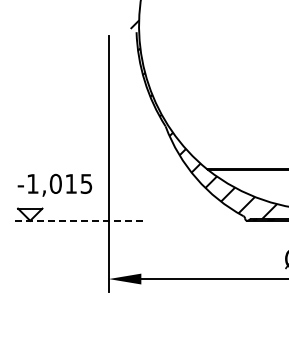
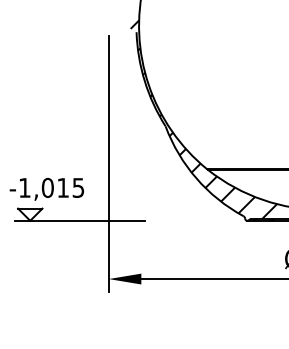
text at (54, 184) position: (54, 184) -> (46, 188)
line at (80, 220): dashed -> solid
